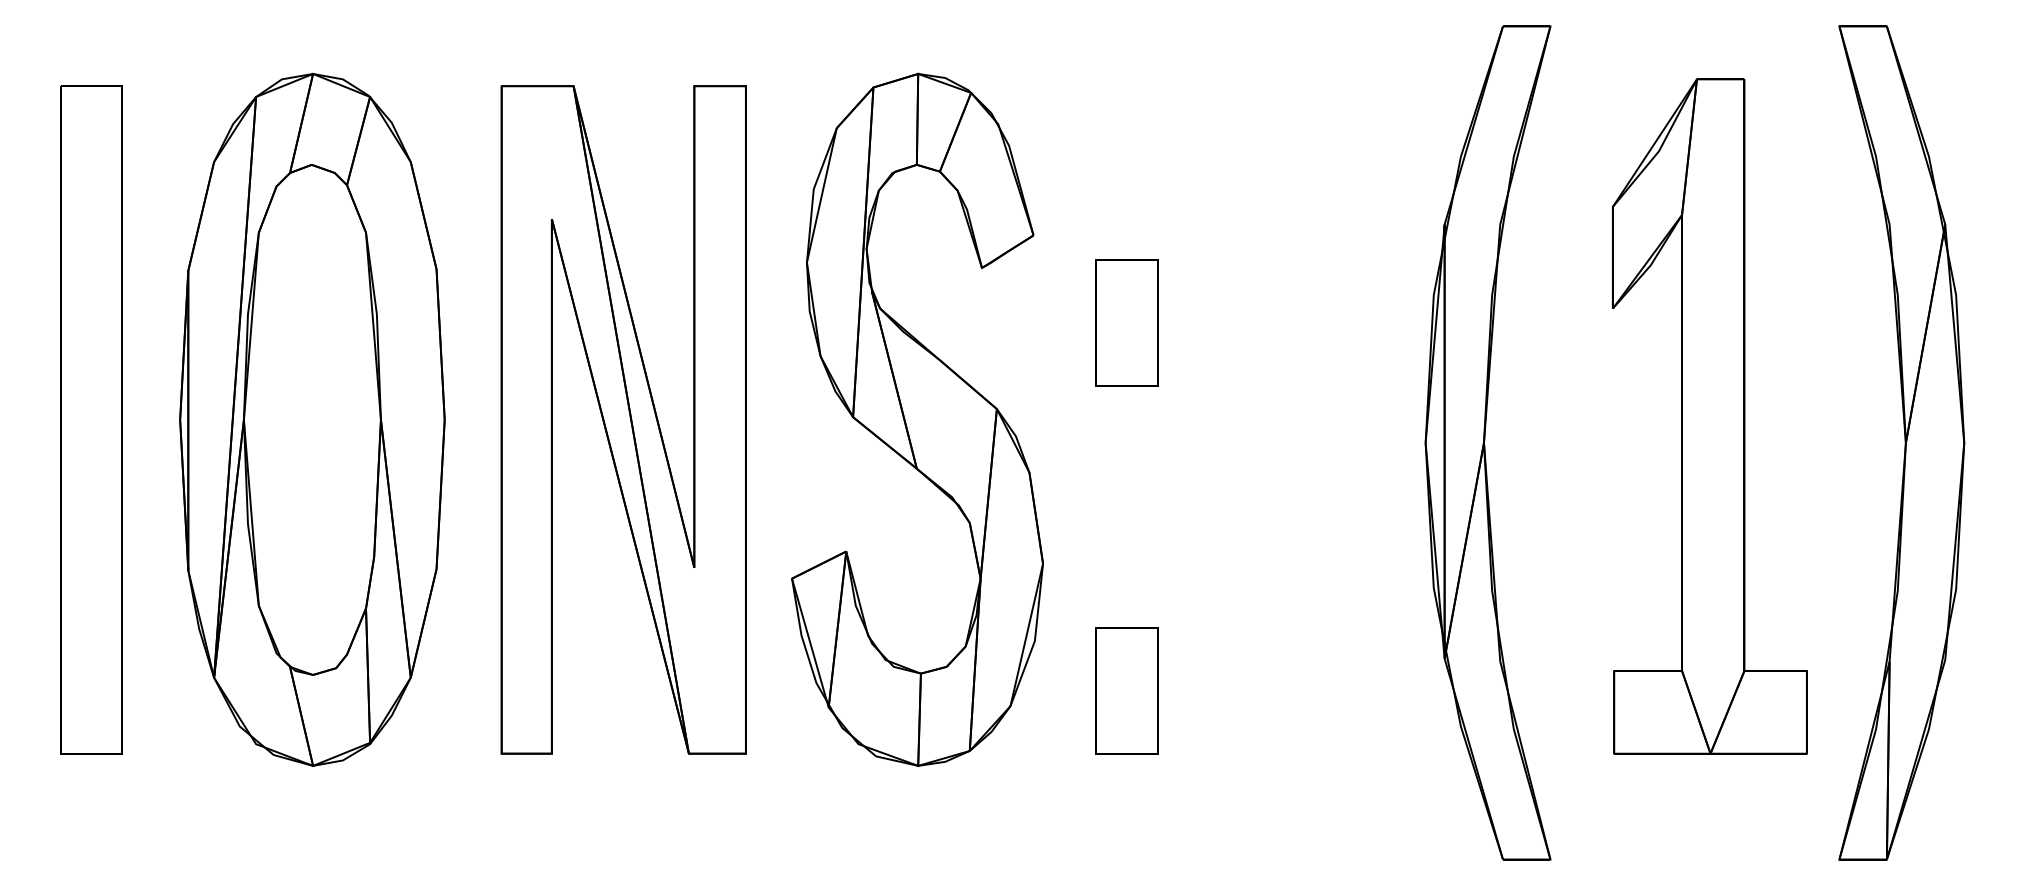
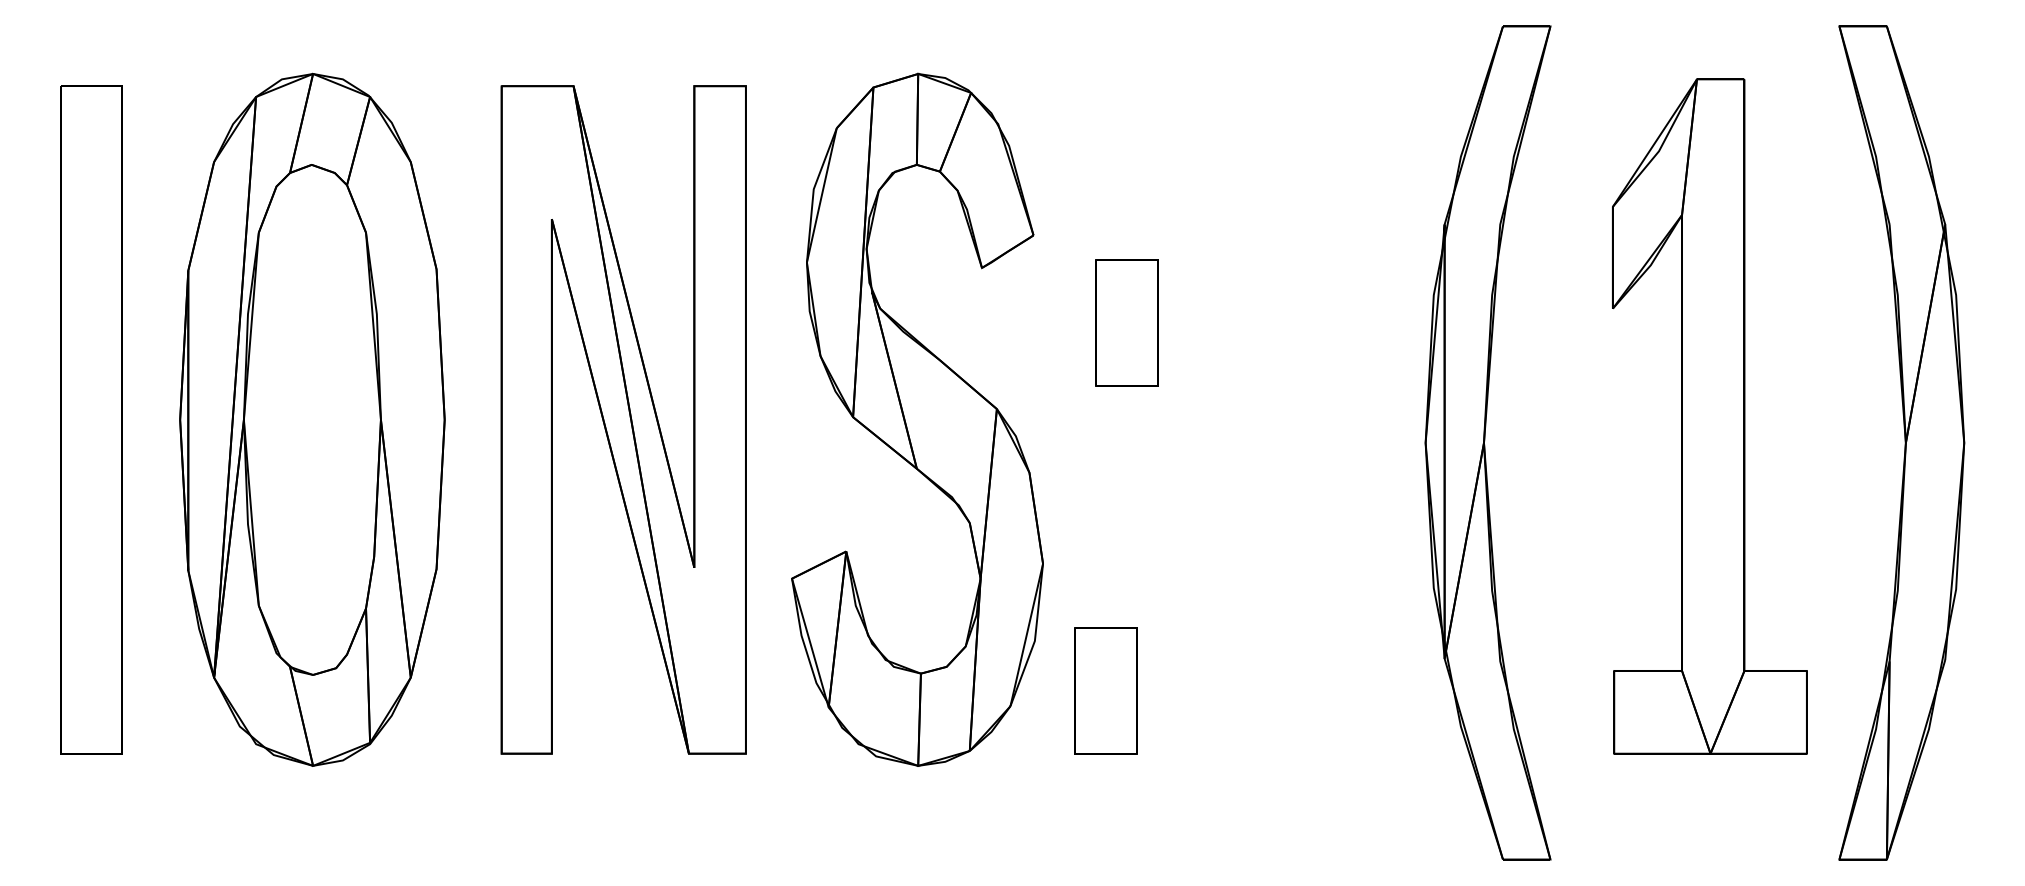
part at (1126, 690) position: (1126, 690) -> (1105, 690)
